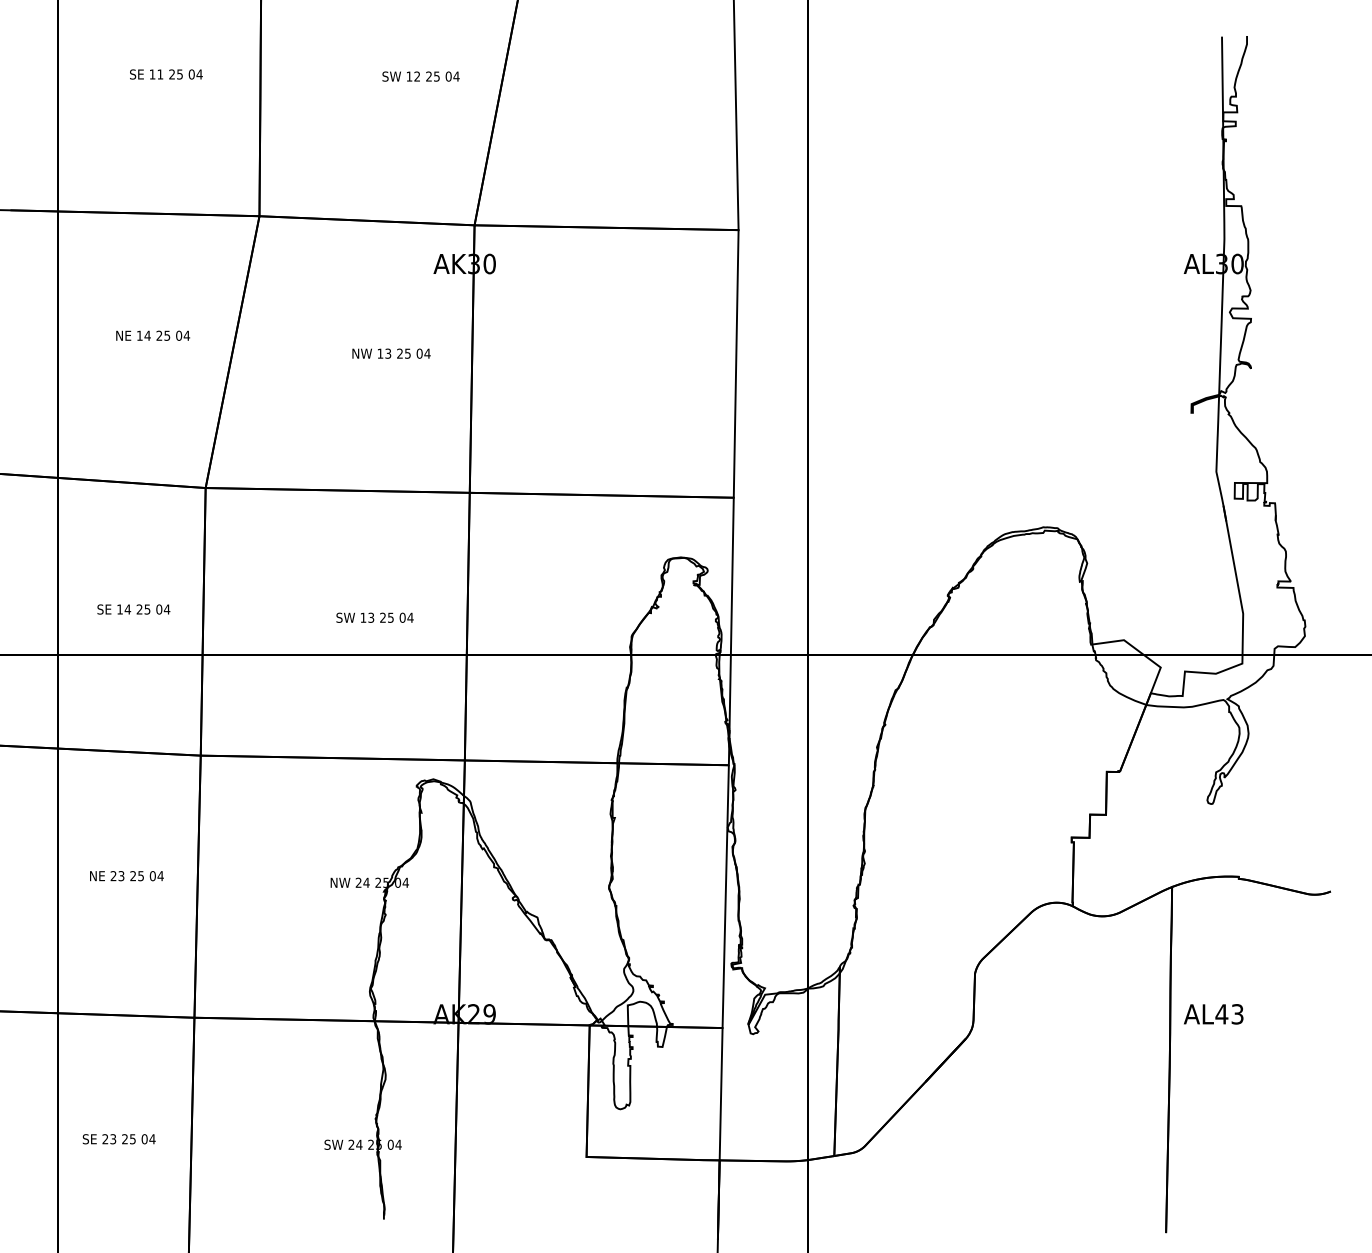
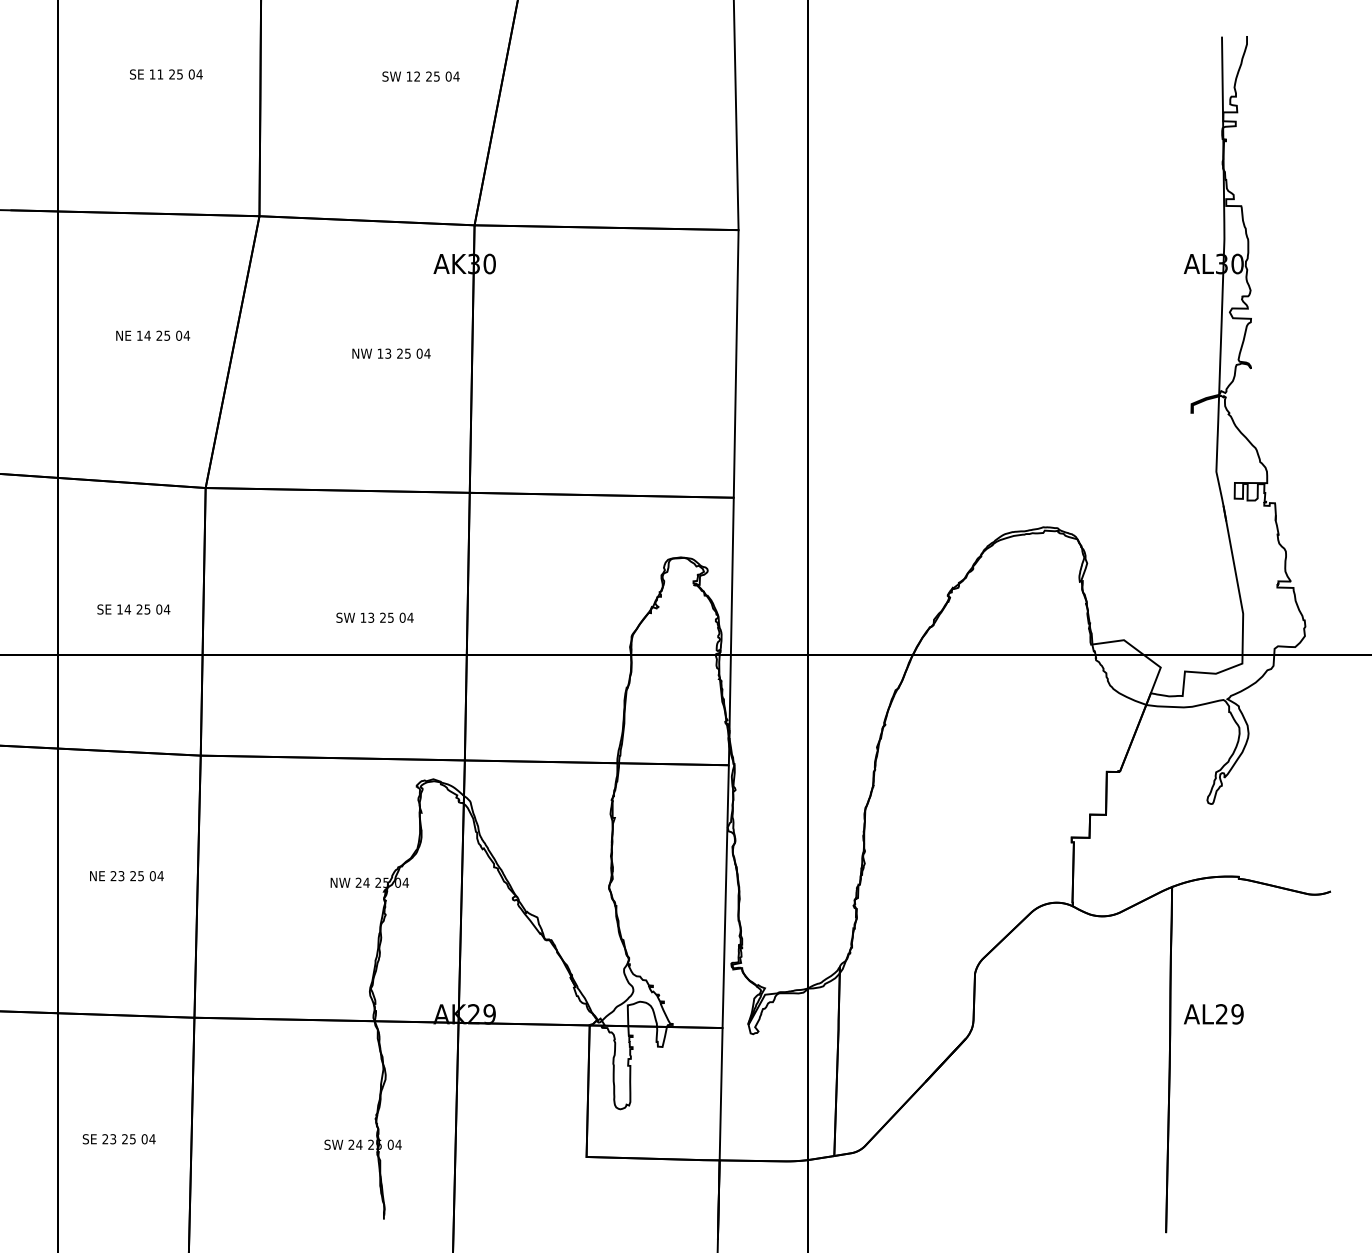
text at (1229, 1014): AL43 -> AL29
